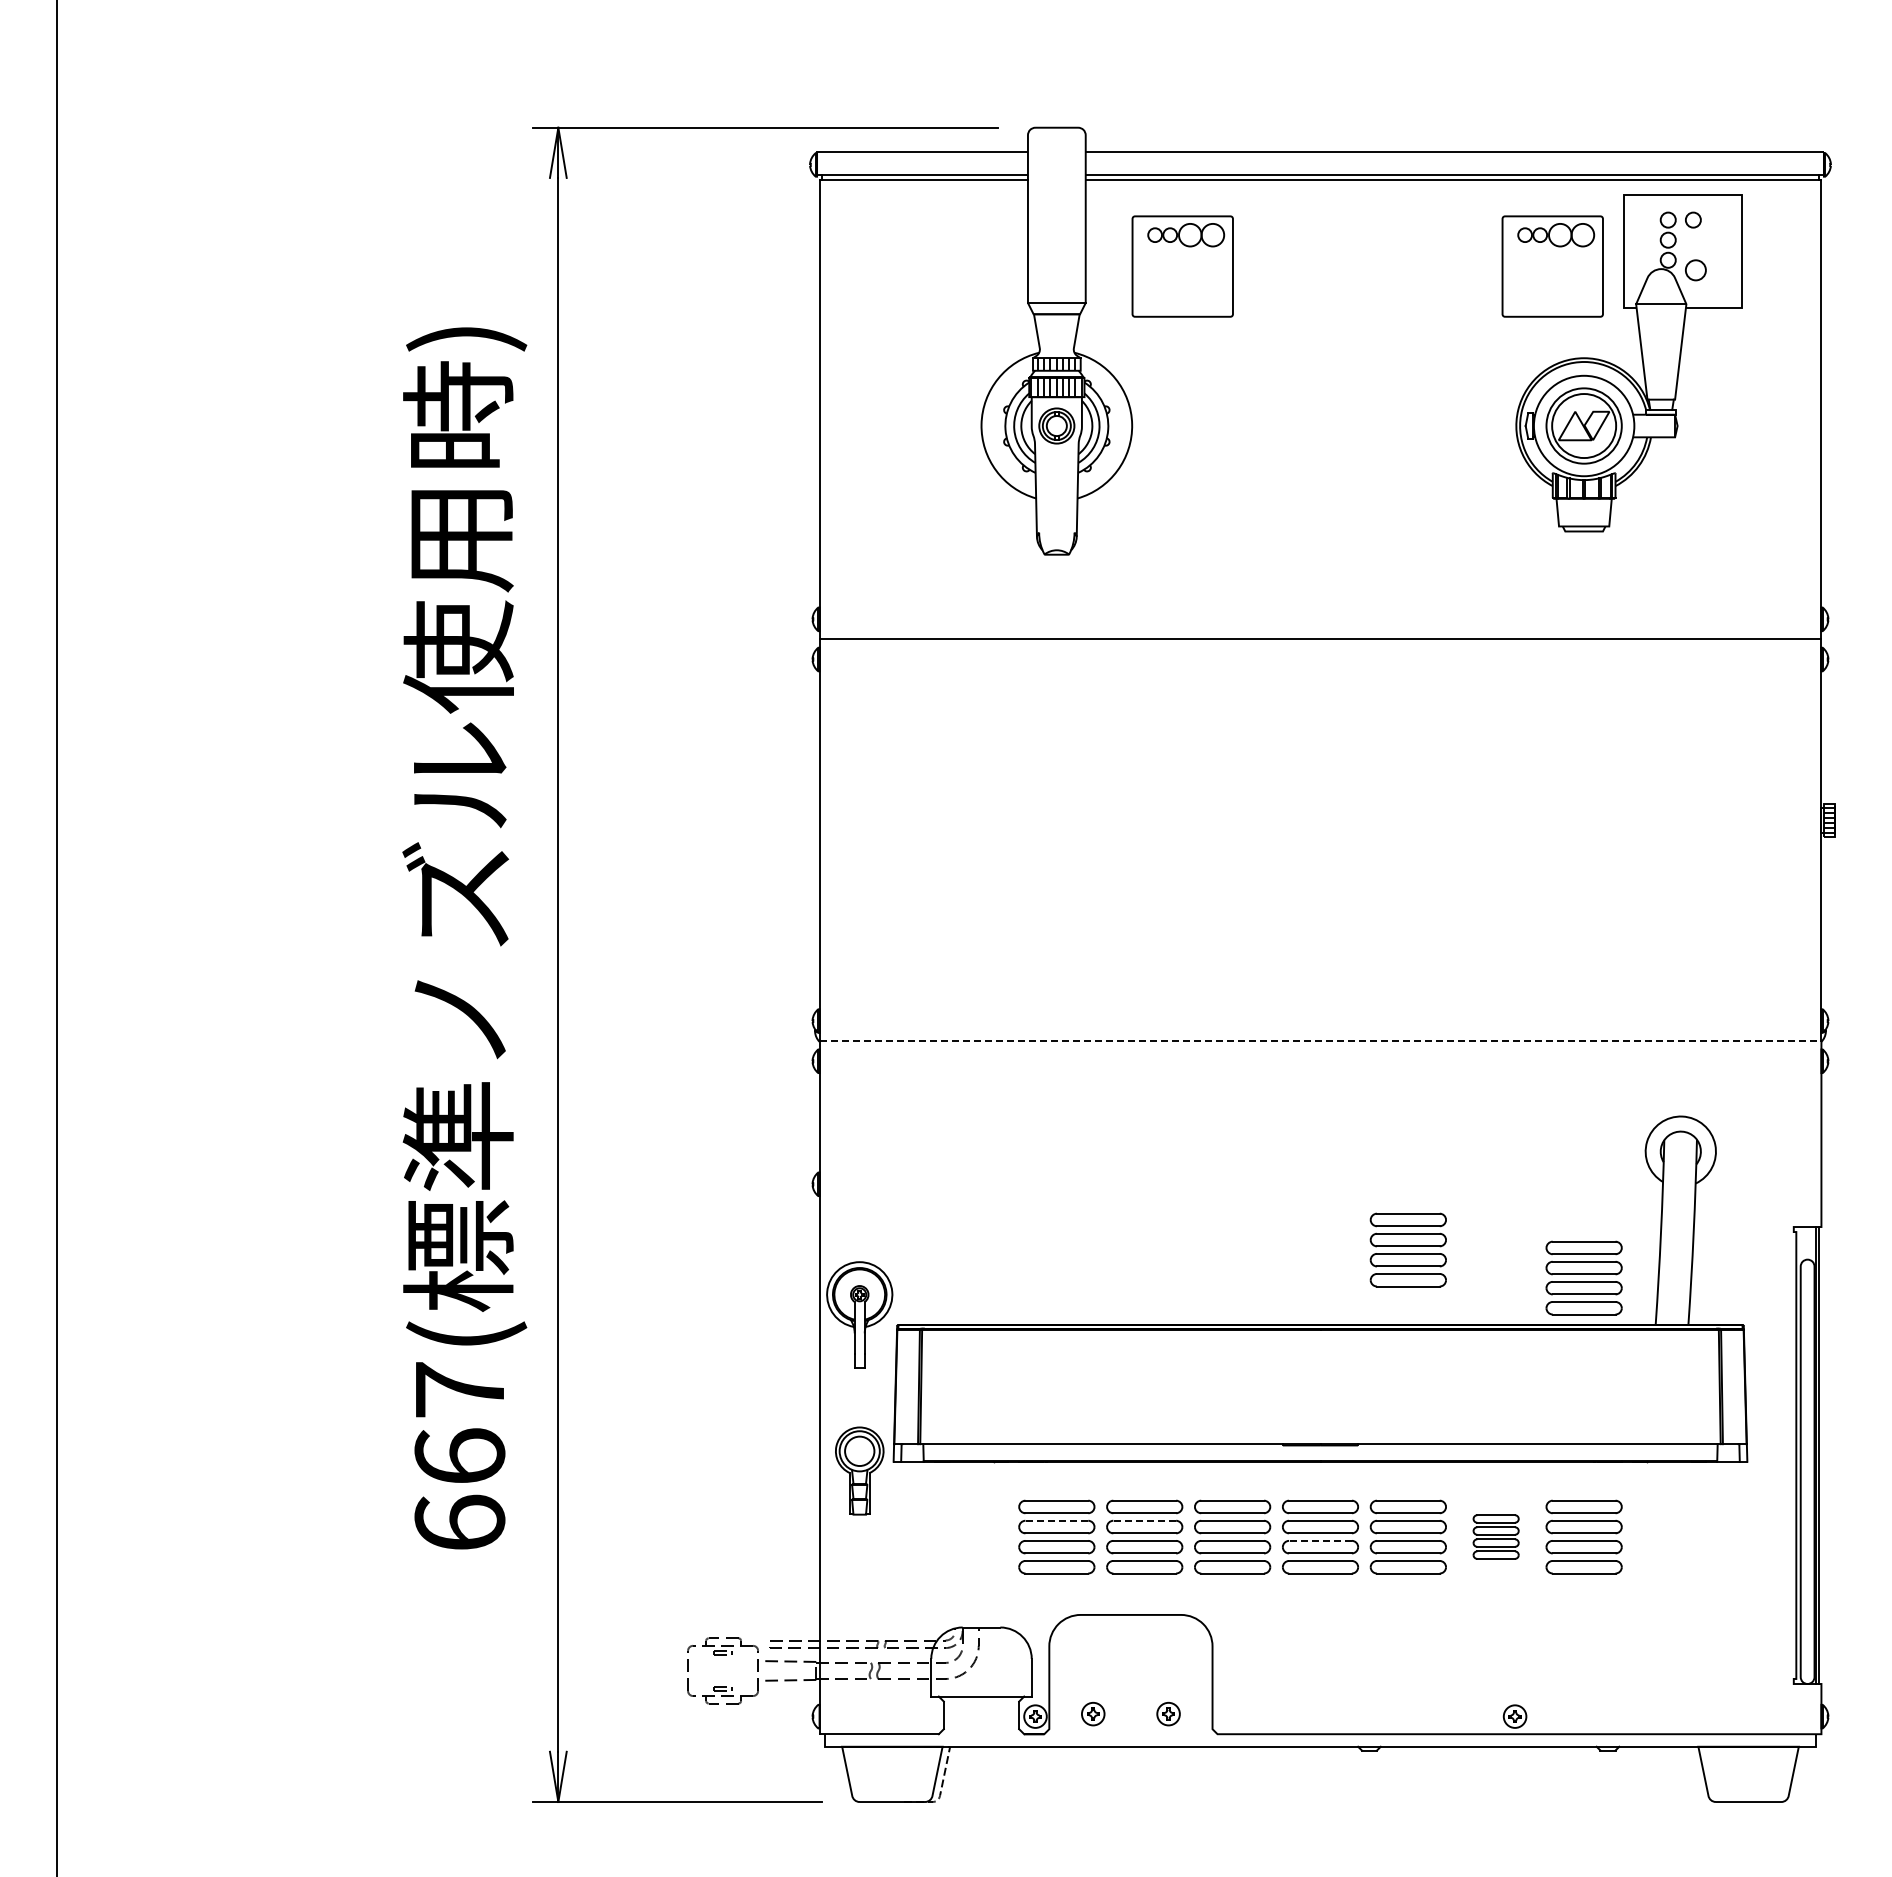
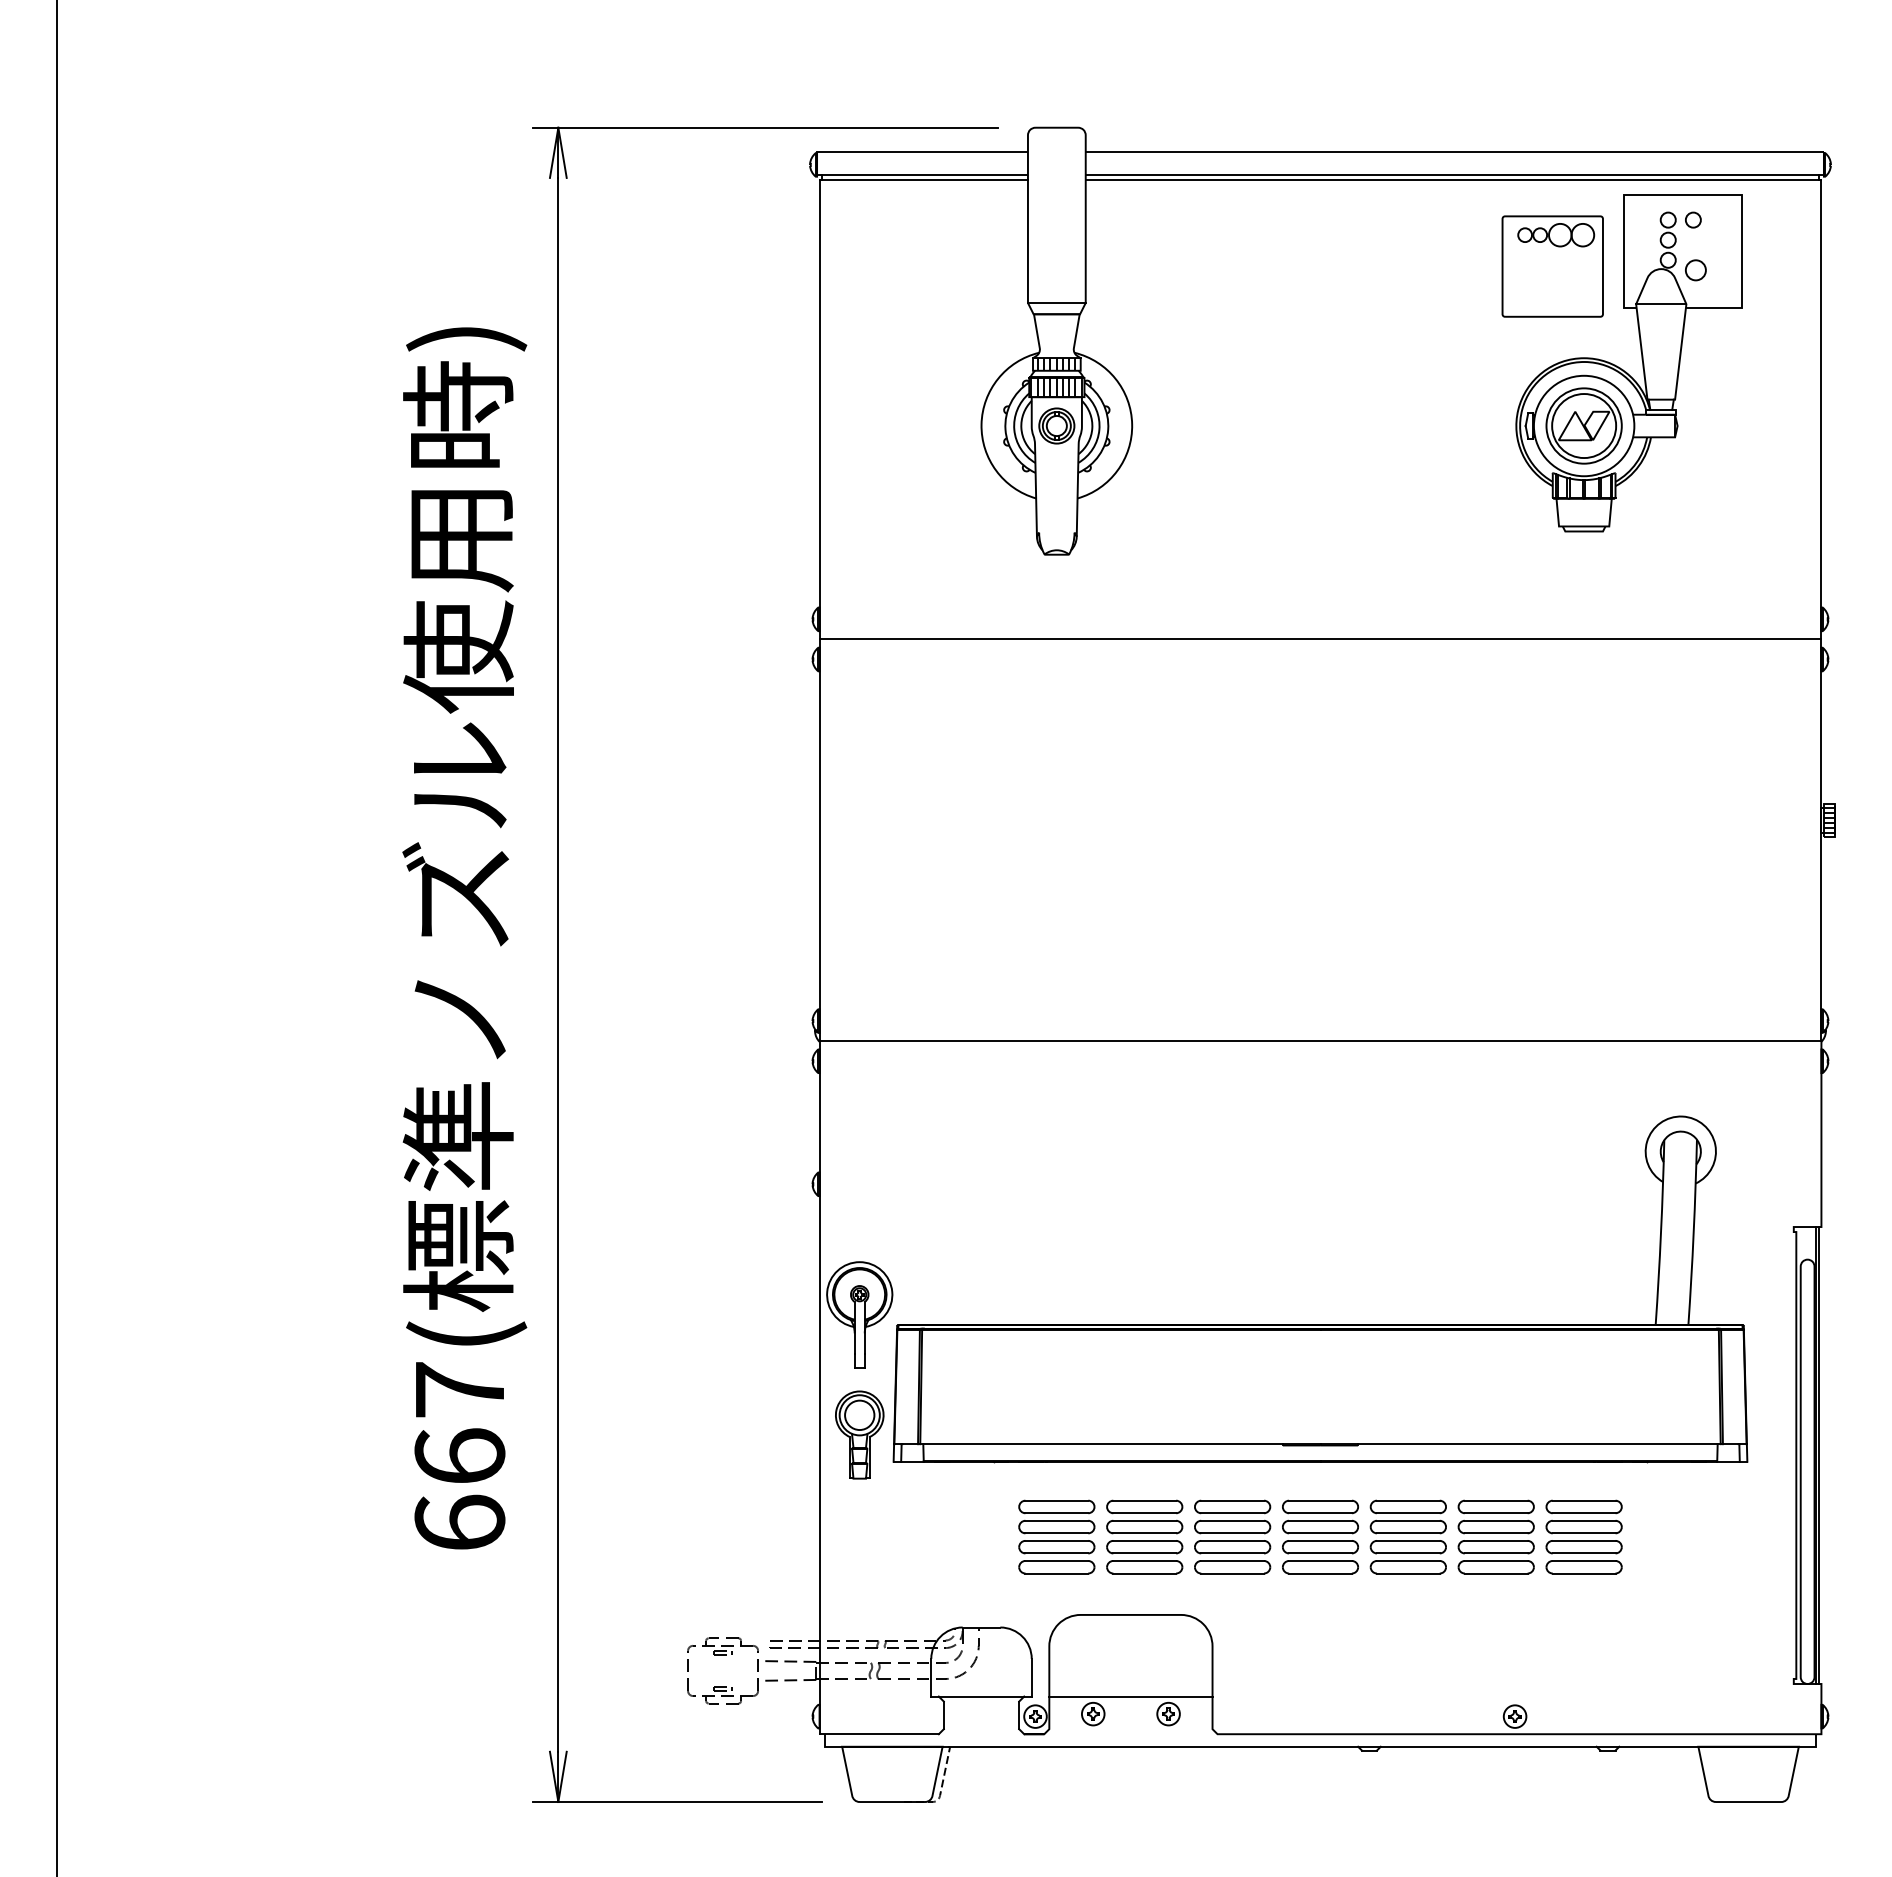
part at (1182, 266): present -> none
line at (1320, 1041): dashed -> solid
part at (1407, 1249): present -> none
part at (1583, 1277): present -> none
part at (859, 1470) position: (859, 1470) -> (859, 1434)
line at (1056, 1520): dashed -> solid
line at (1144, 1520): dashed -> solid
part at (1495, 1536) size: 48x46 px -> 78x76 px
line at (1320, 1540): dashed -> solid
line at (1130, 1696): none -> present
